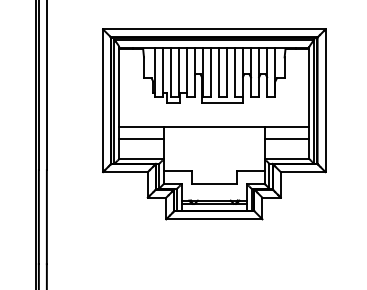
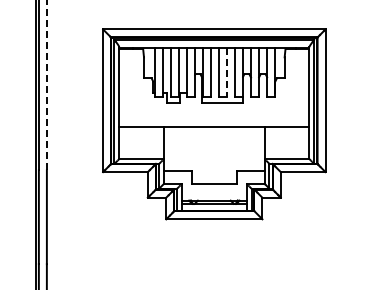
line at (227, 72): solid -> dashed
line at (46, 85): solid -> dashed
line at (141, 139): present -> none
line at (286, 139): present -> none
